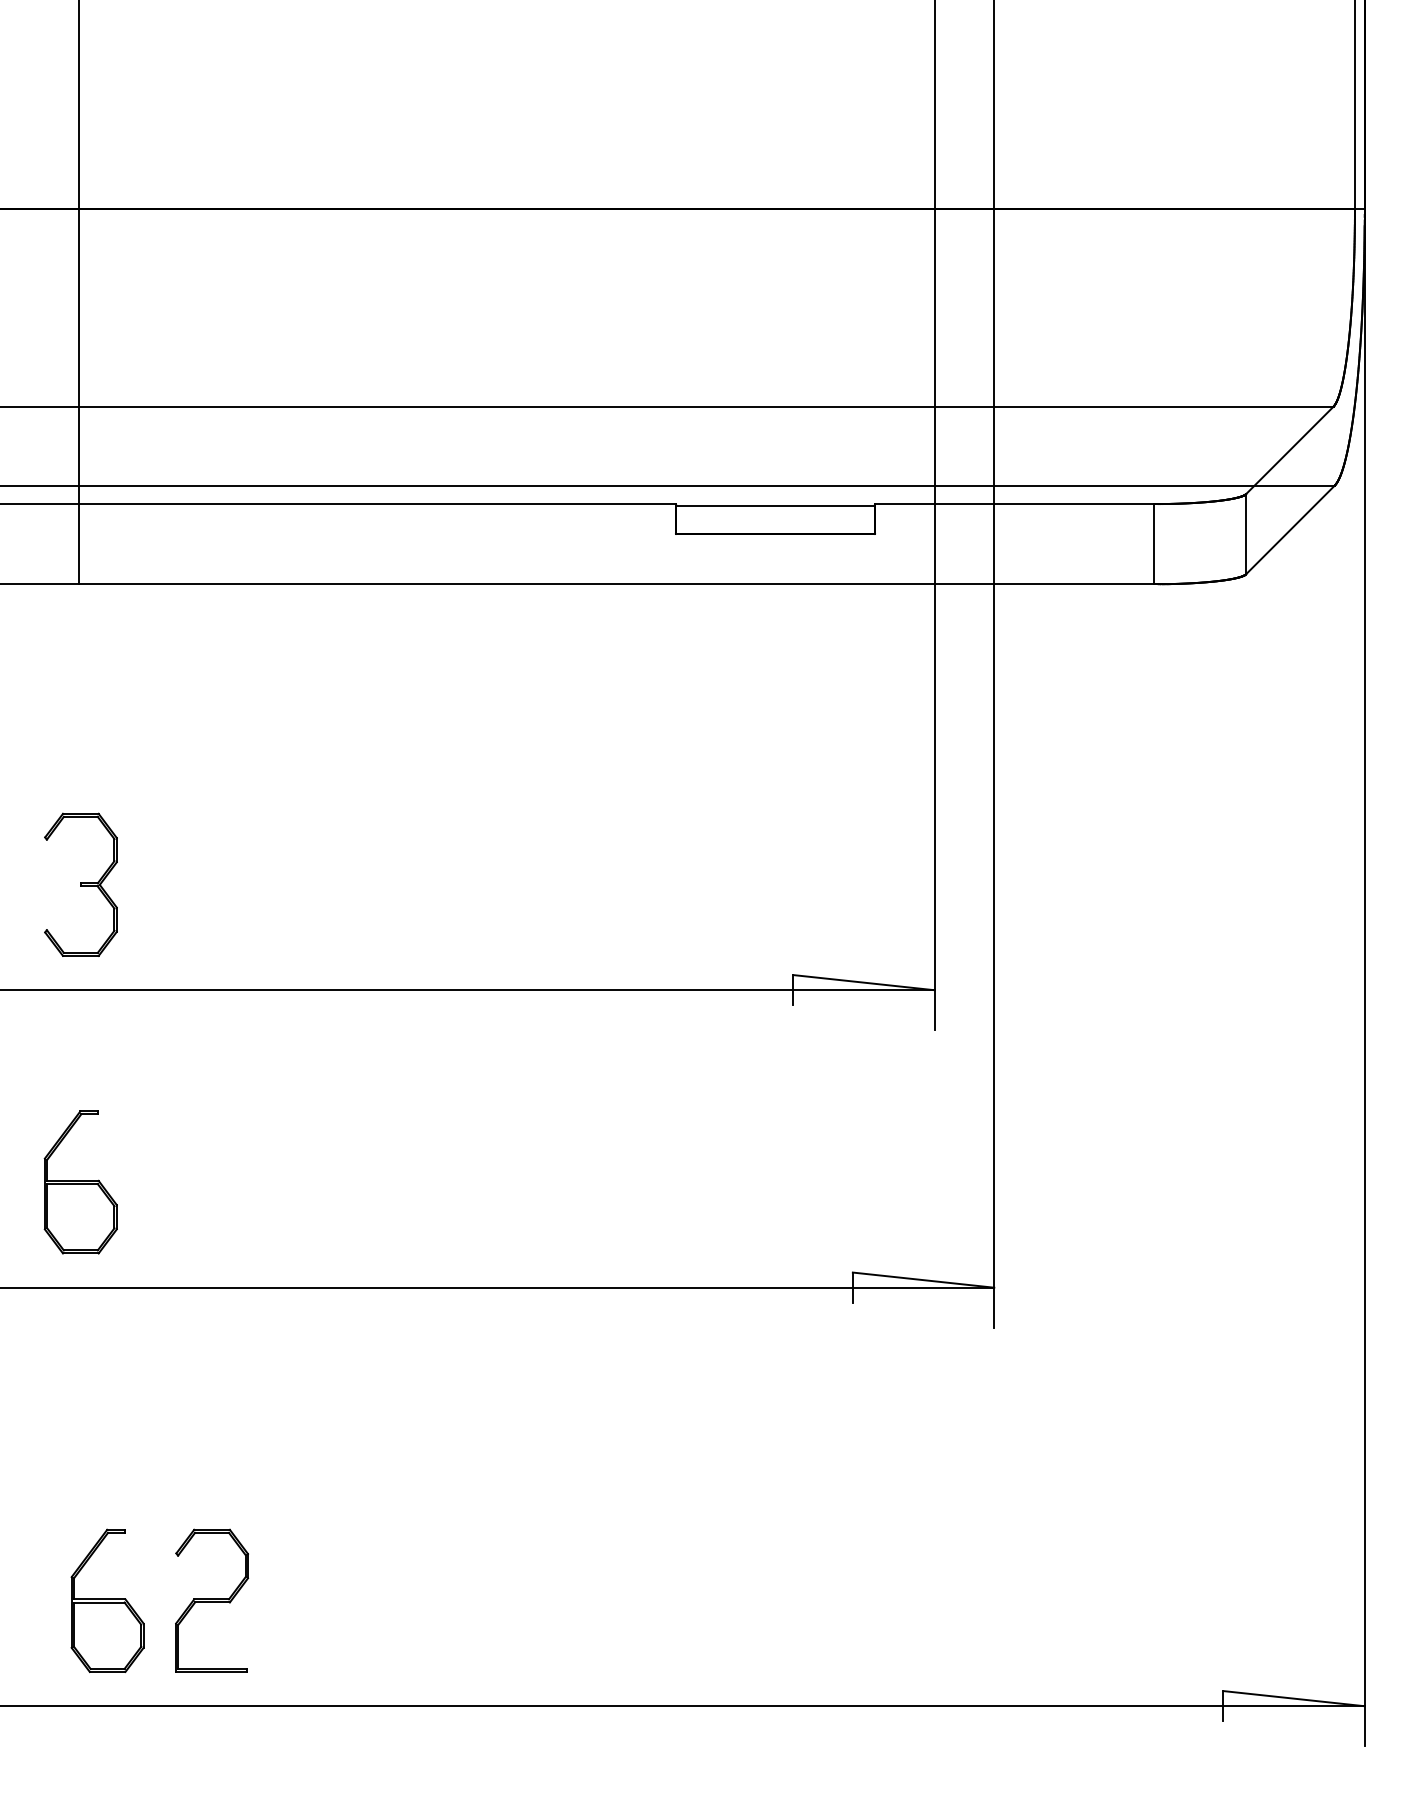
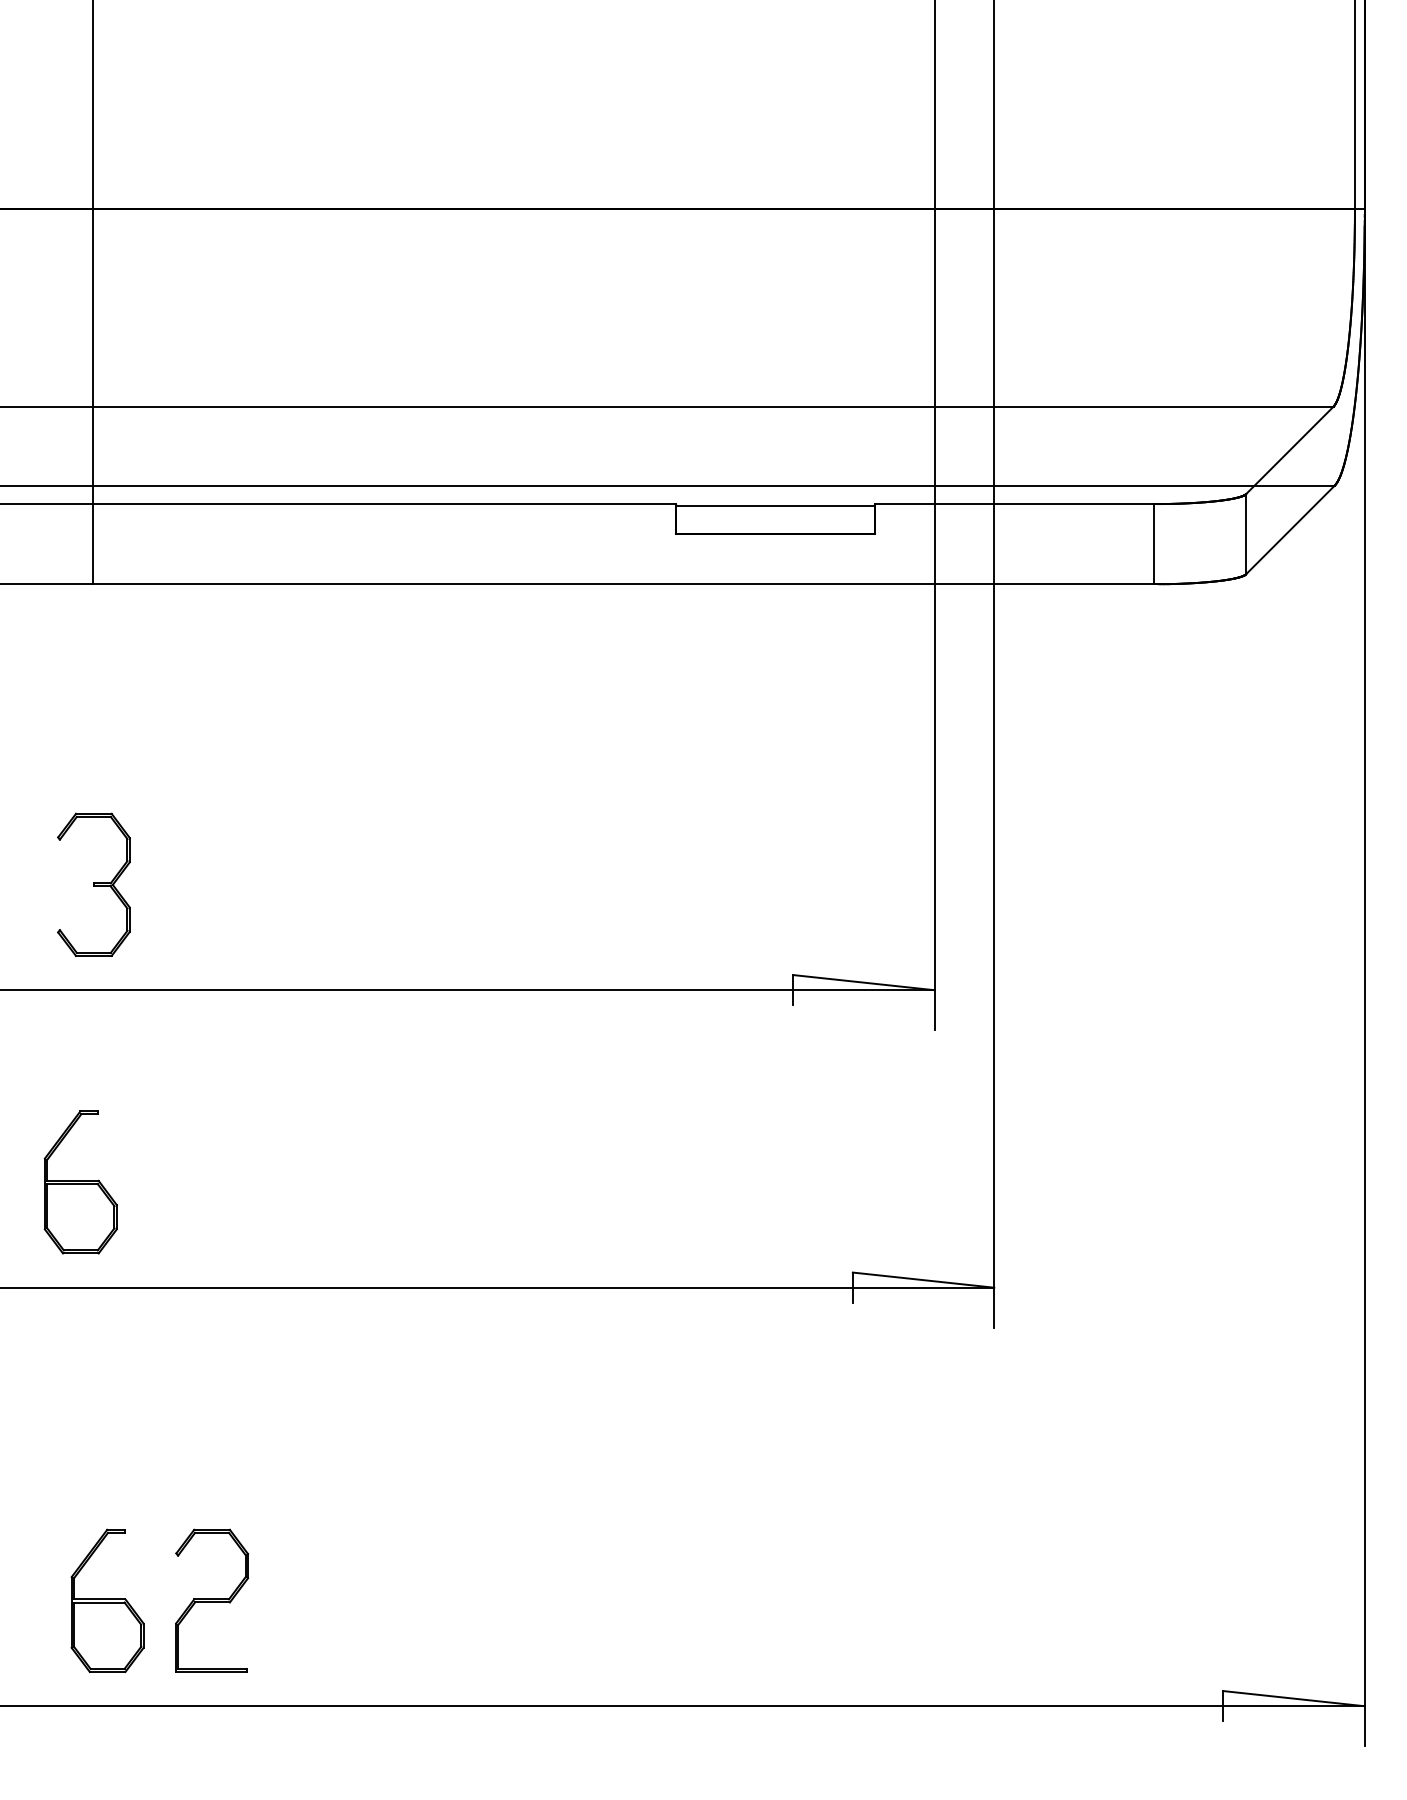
line at (79, 293) position: (79, 293) -> (93, 293)
part at (80, 884) position: (80, 884) -> (93, 884)
